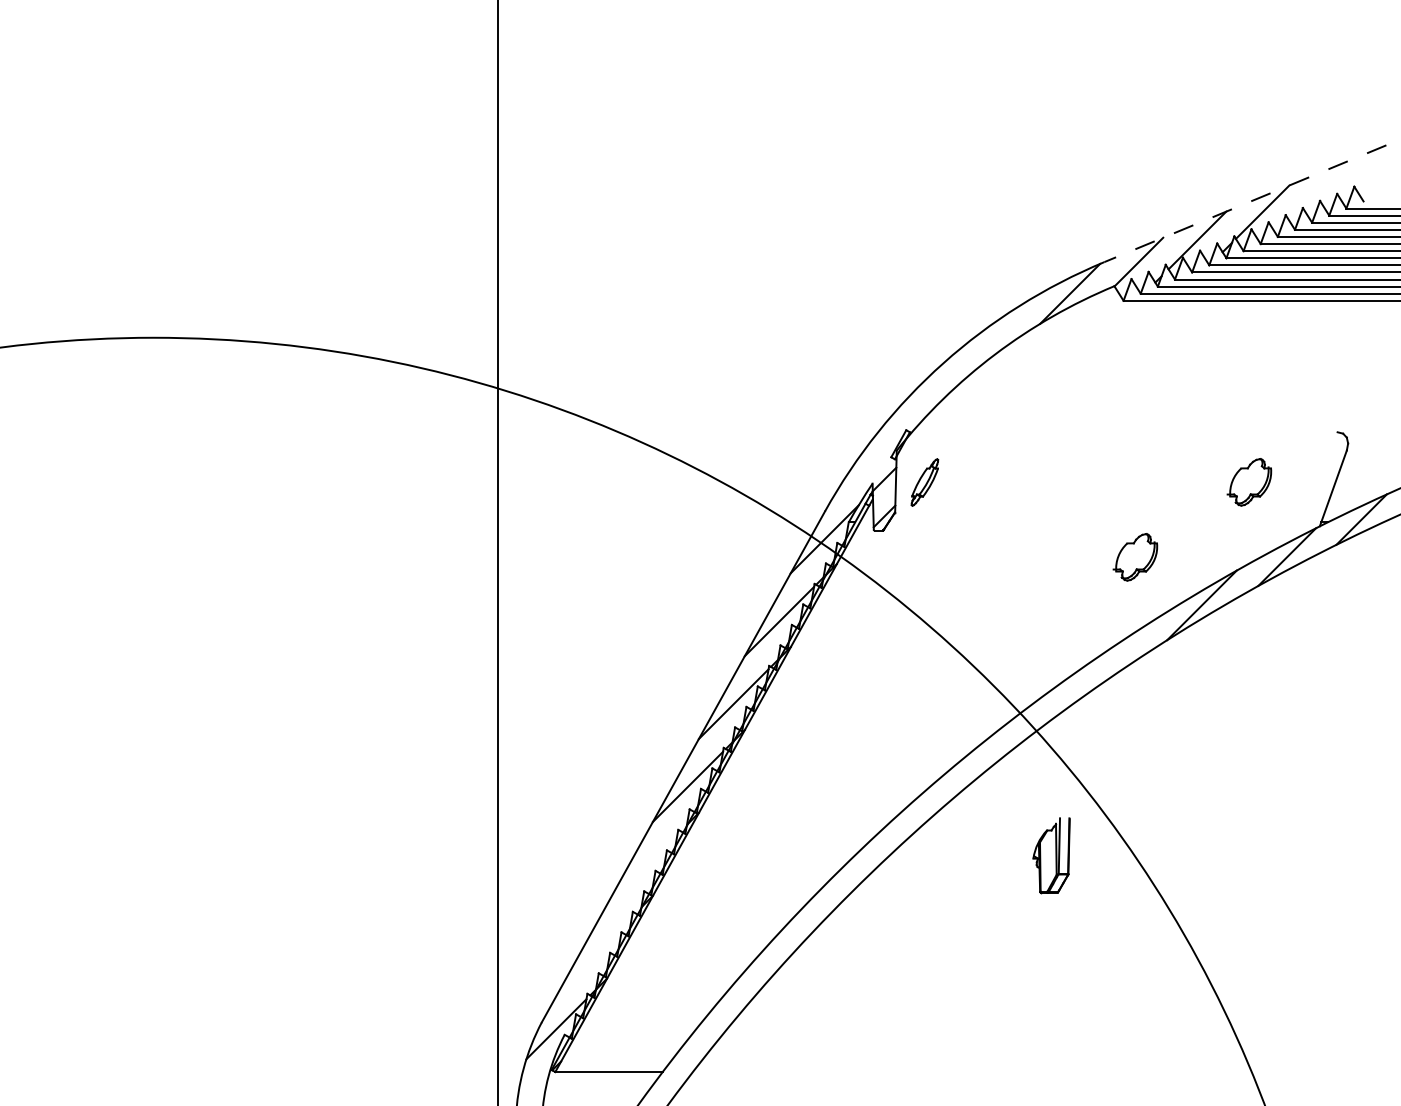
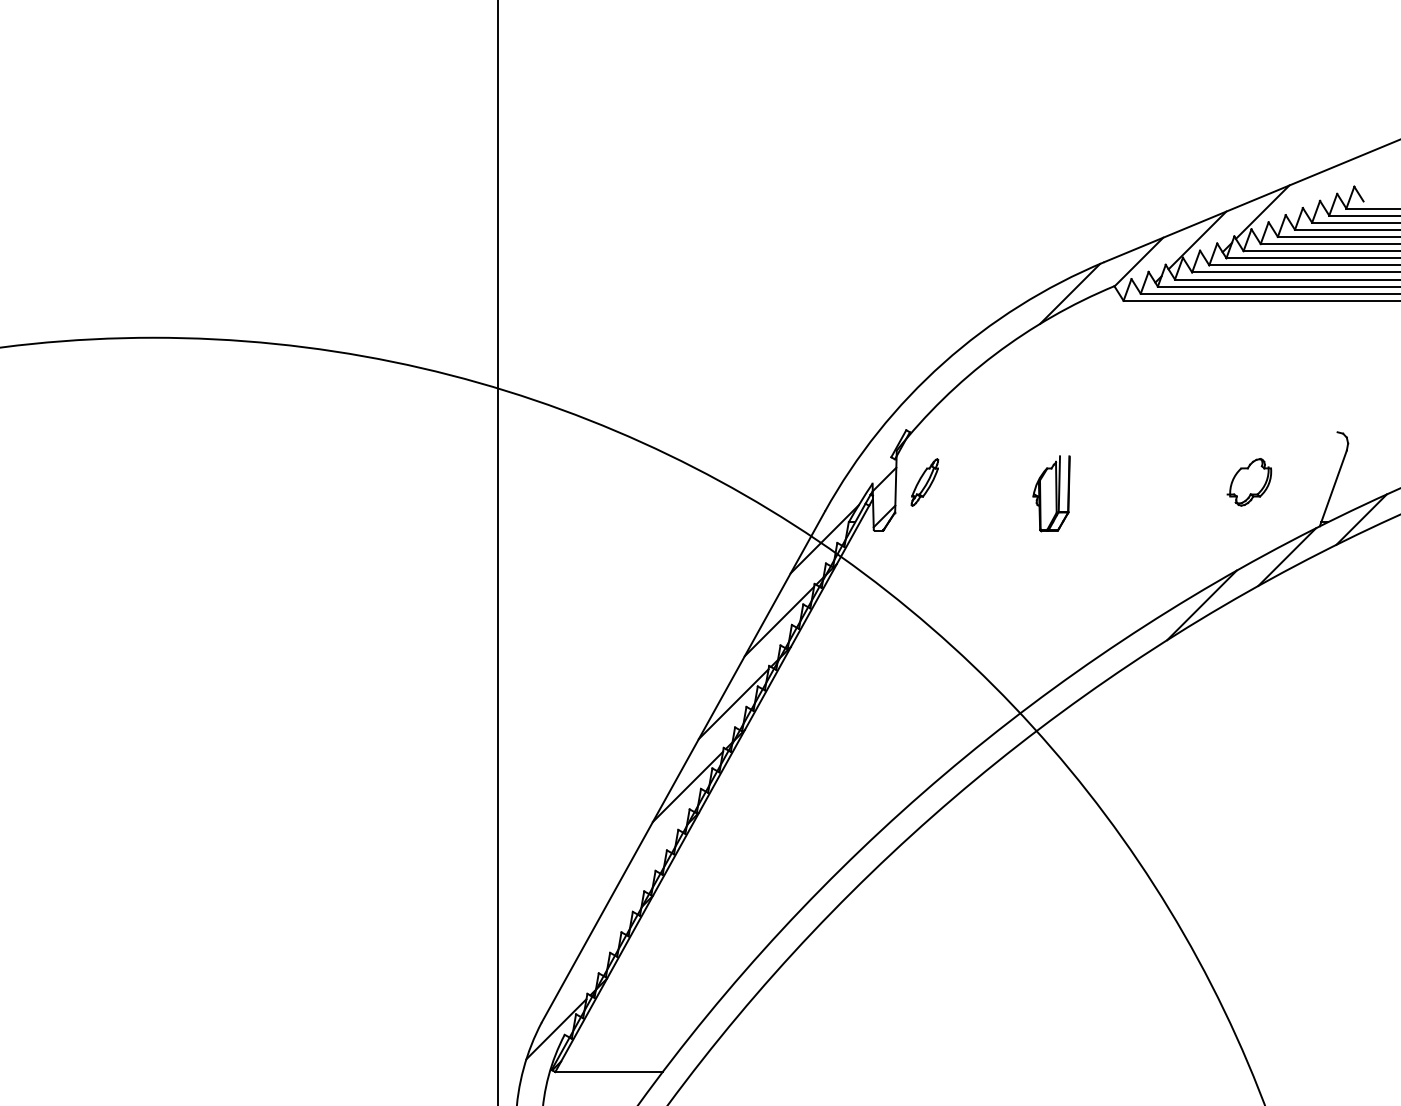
line at (1252, 200): dashed -> solid
part at (1135, 557): present -> none
part at (1051, 855) position: (1051, 855) -> (1051, 493)
